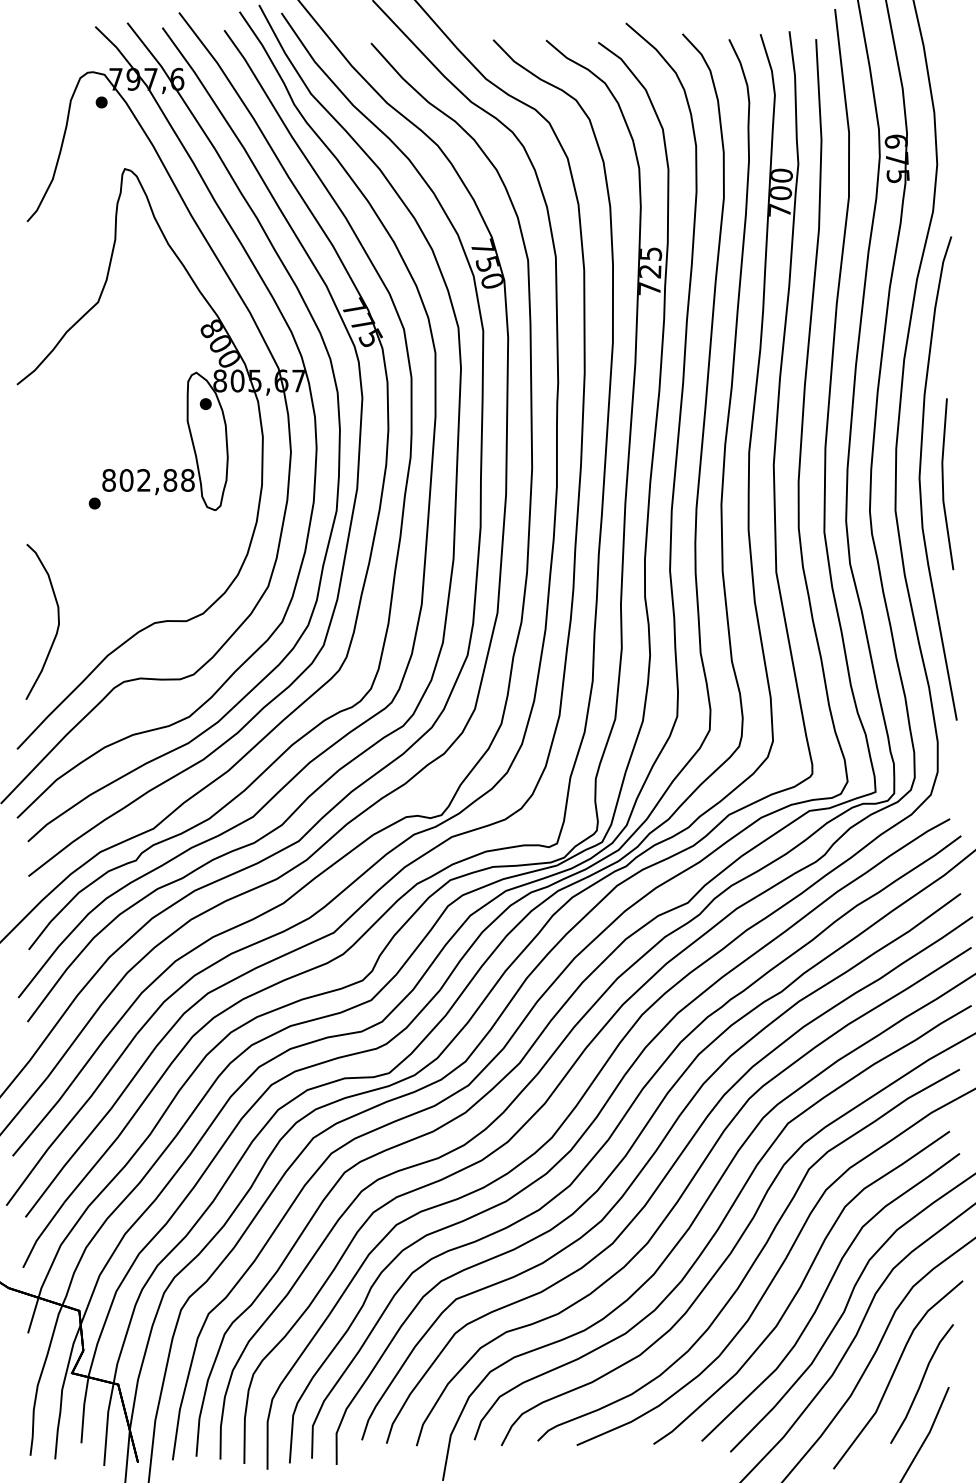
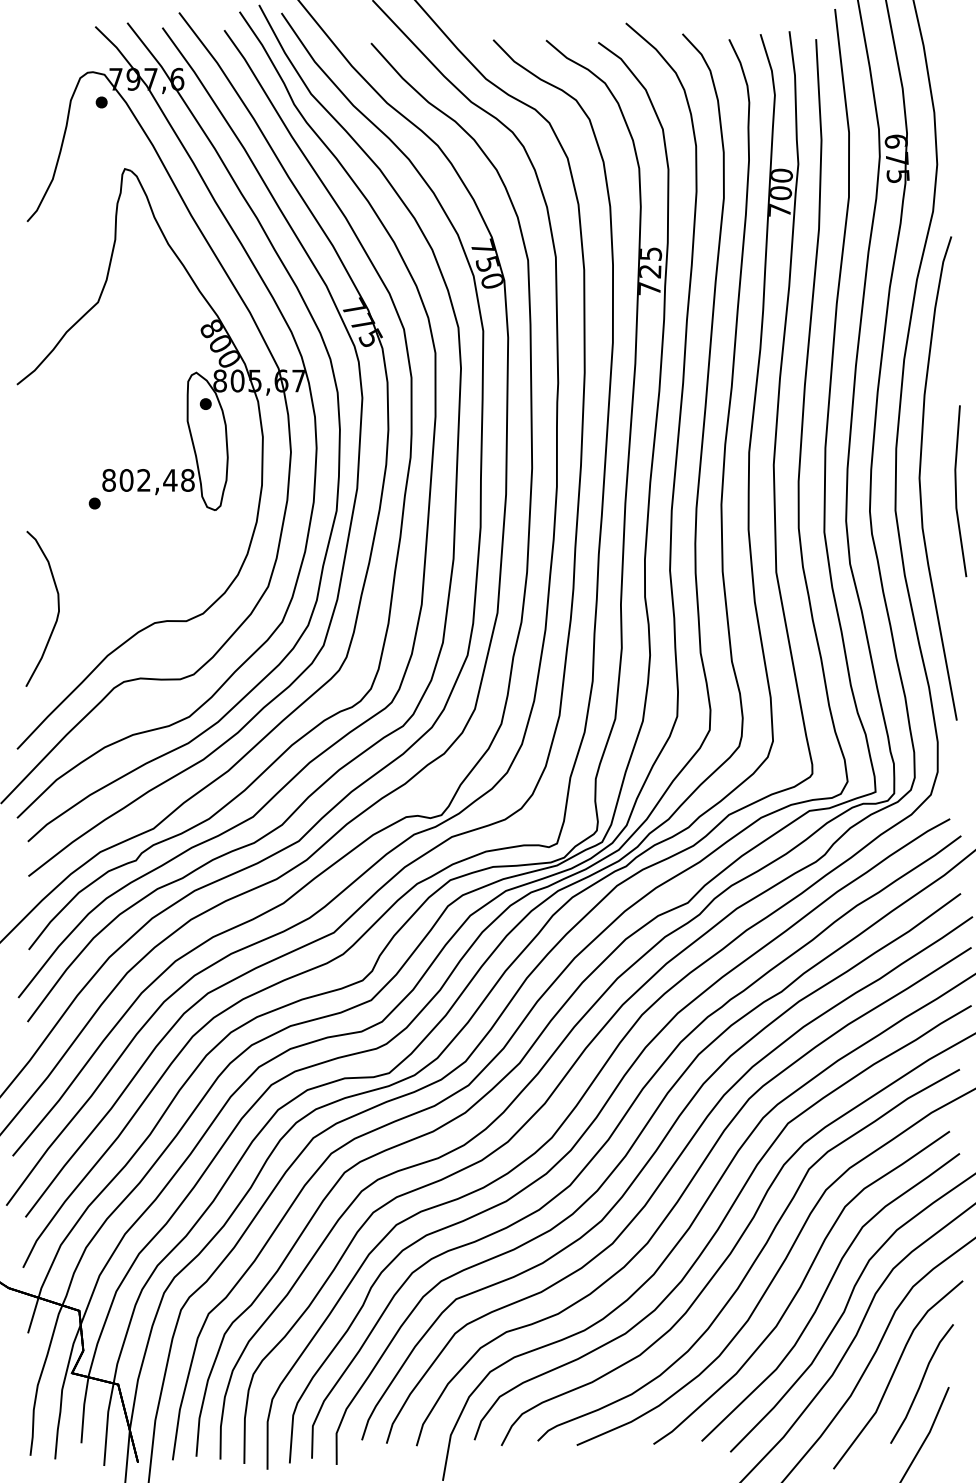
text at (170, 480): 802,88 -> 802,48
line at (943, 484) position: (943, 484) -> (956, 491)
curve at (57, 618) position: (57, 618) -> (57, 605)
